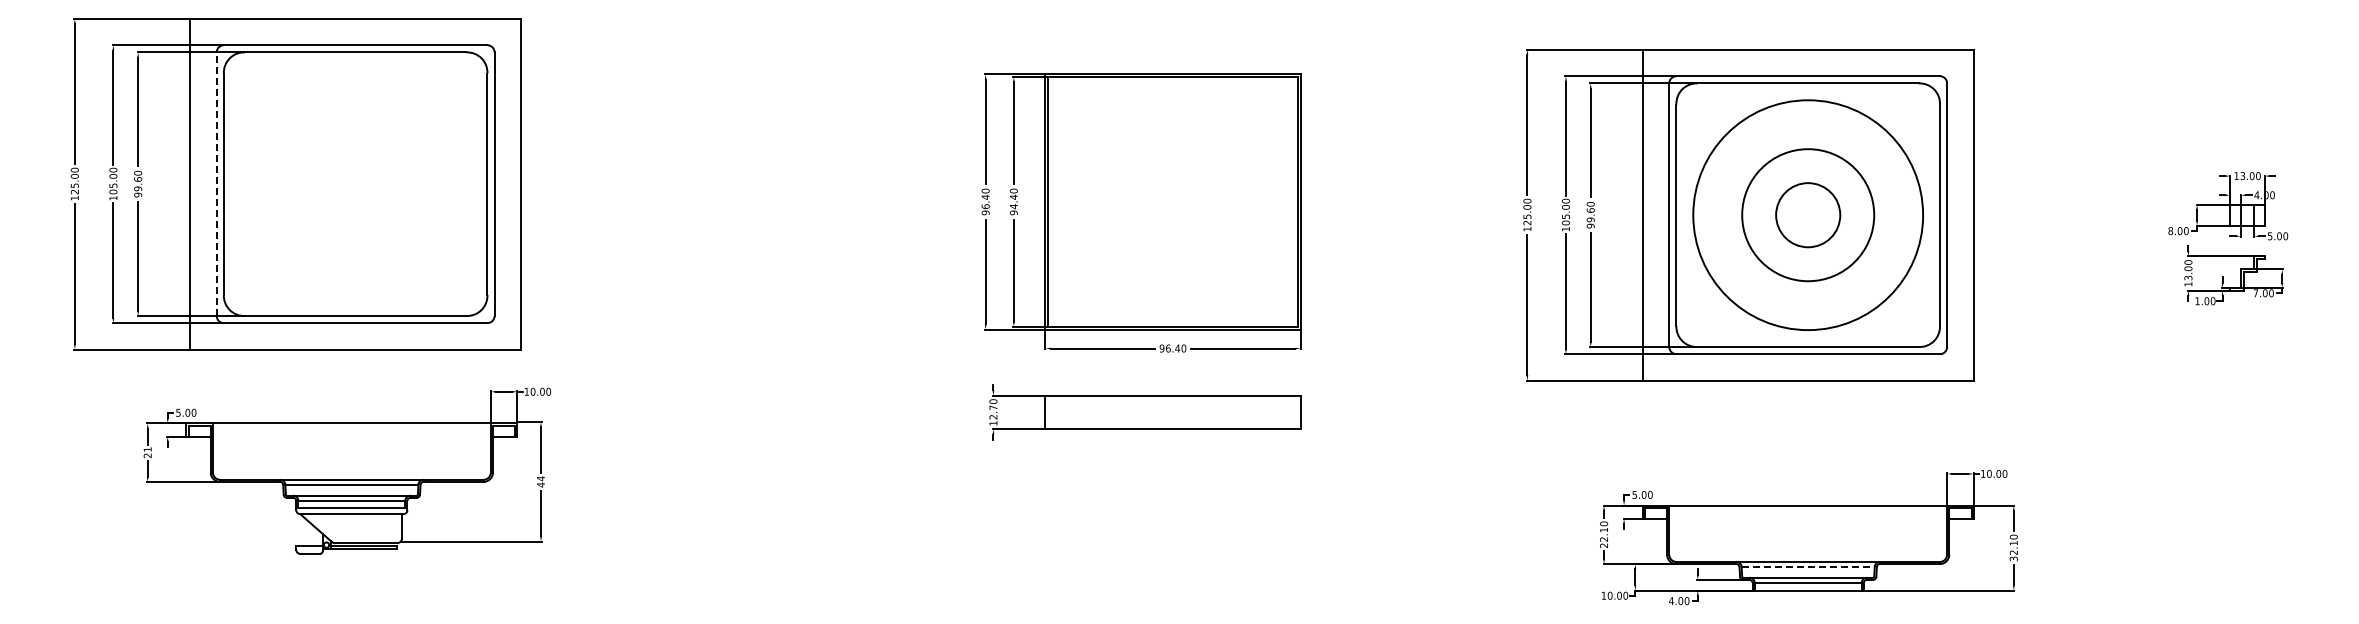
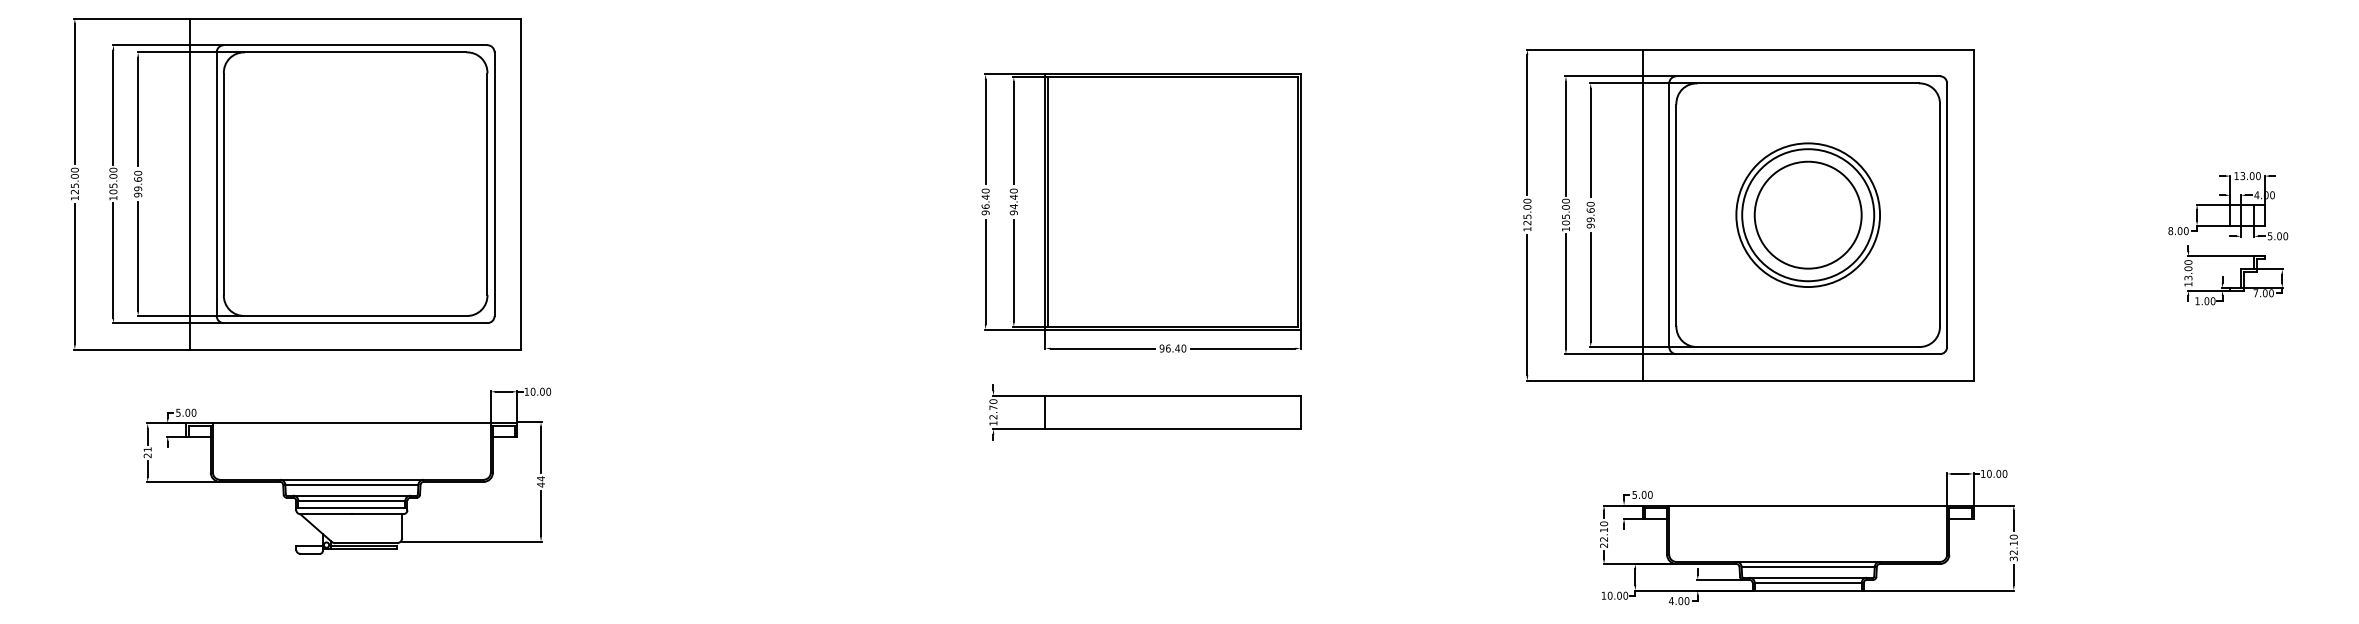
line at (216, 184): dashed -> solid
circle at (1808, 215) diameter: 230 px -> 144 px
circle at (1808, 215) diameter: 64 px -> 107 px
line at (1808, 566): dashed -> solid
